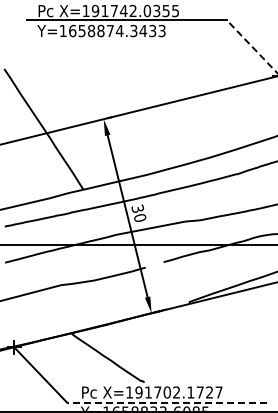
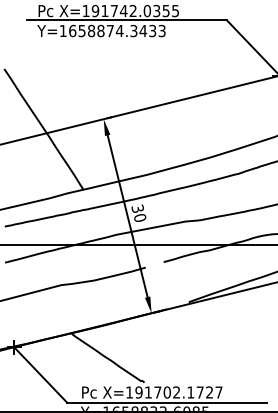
line at (252, 47): dashed -> solid
line at (166, 402): dashed -> solid
